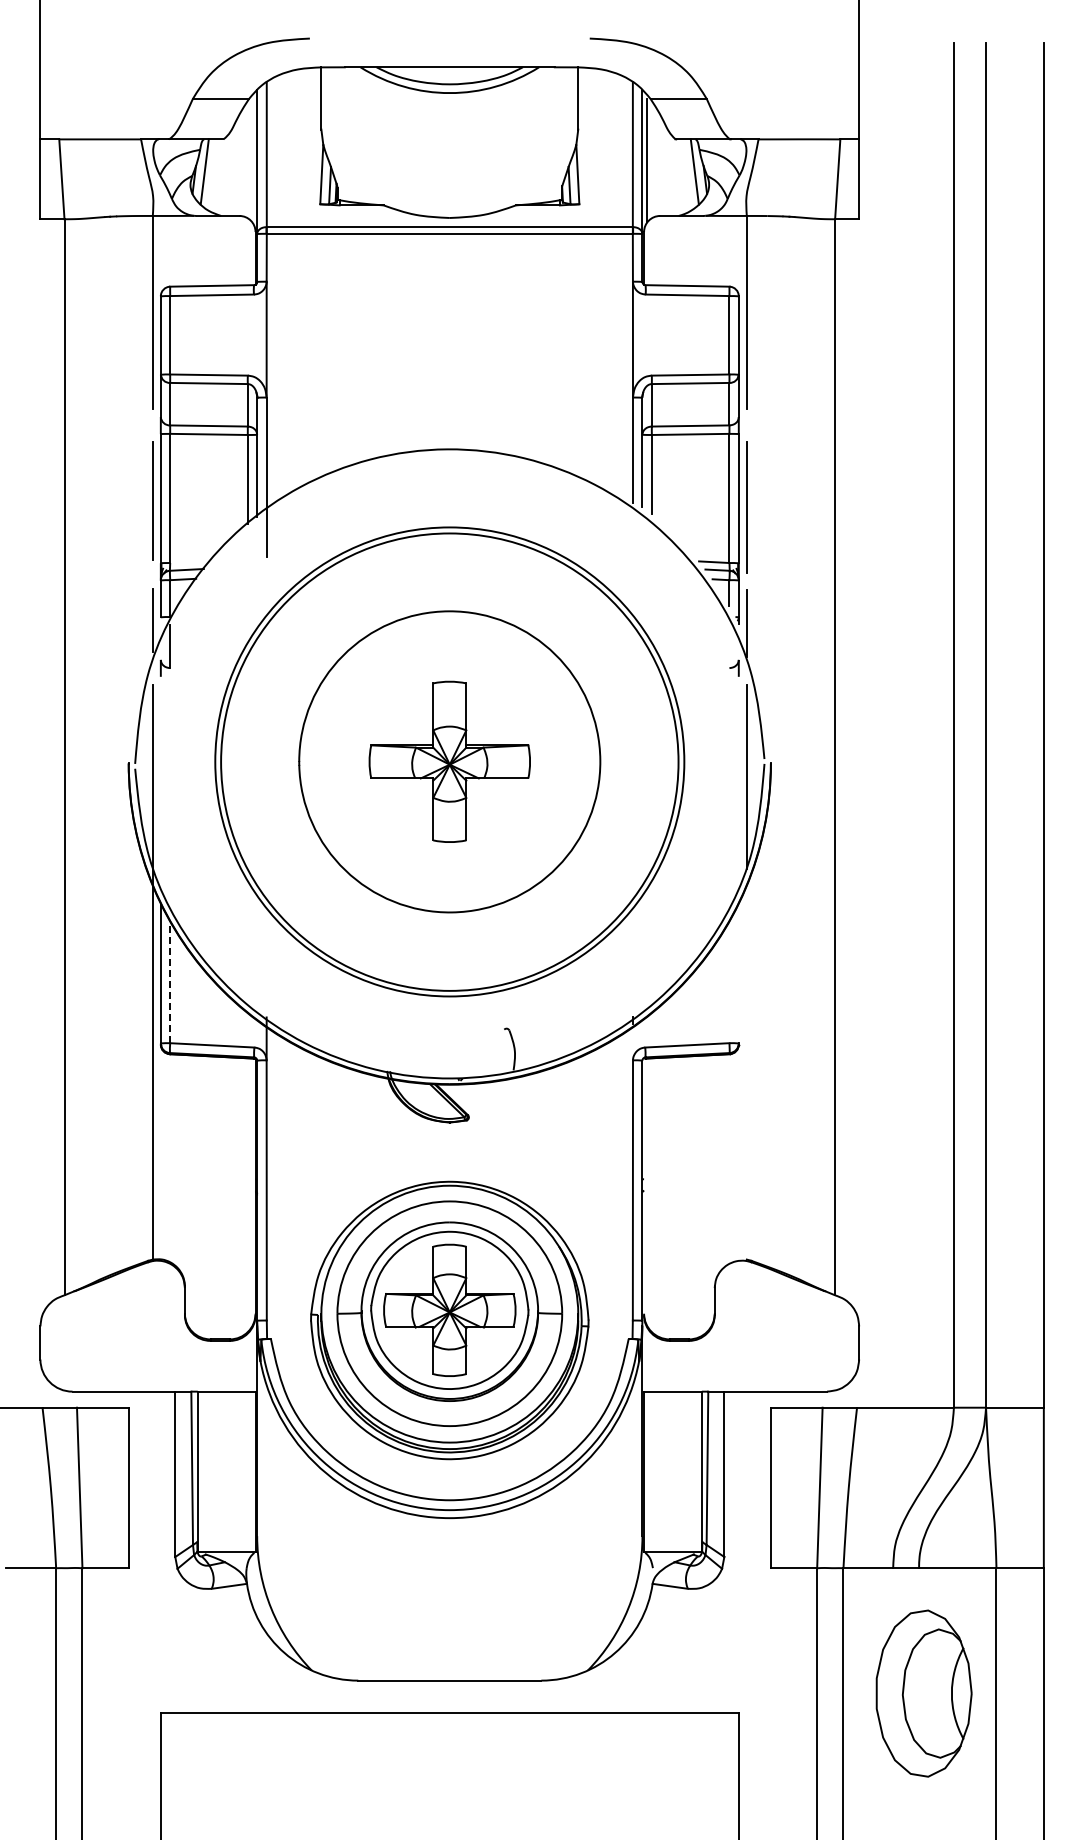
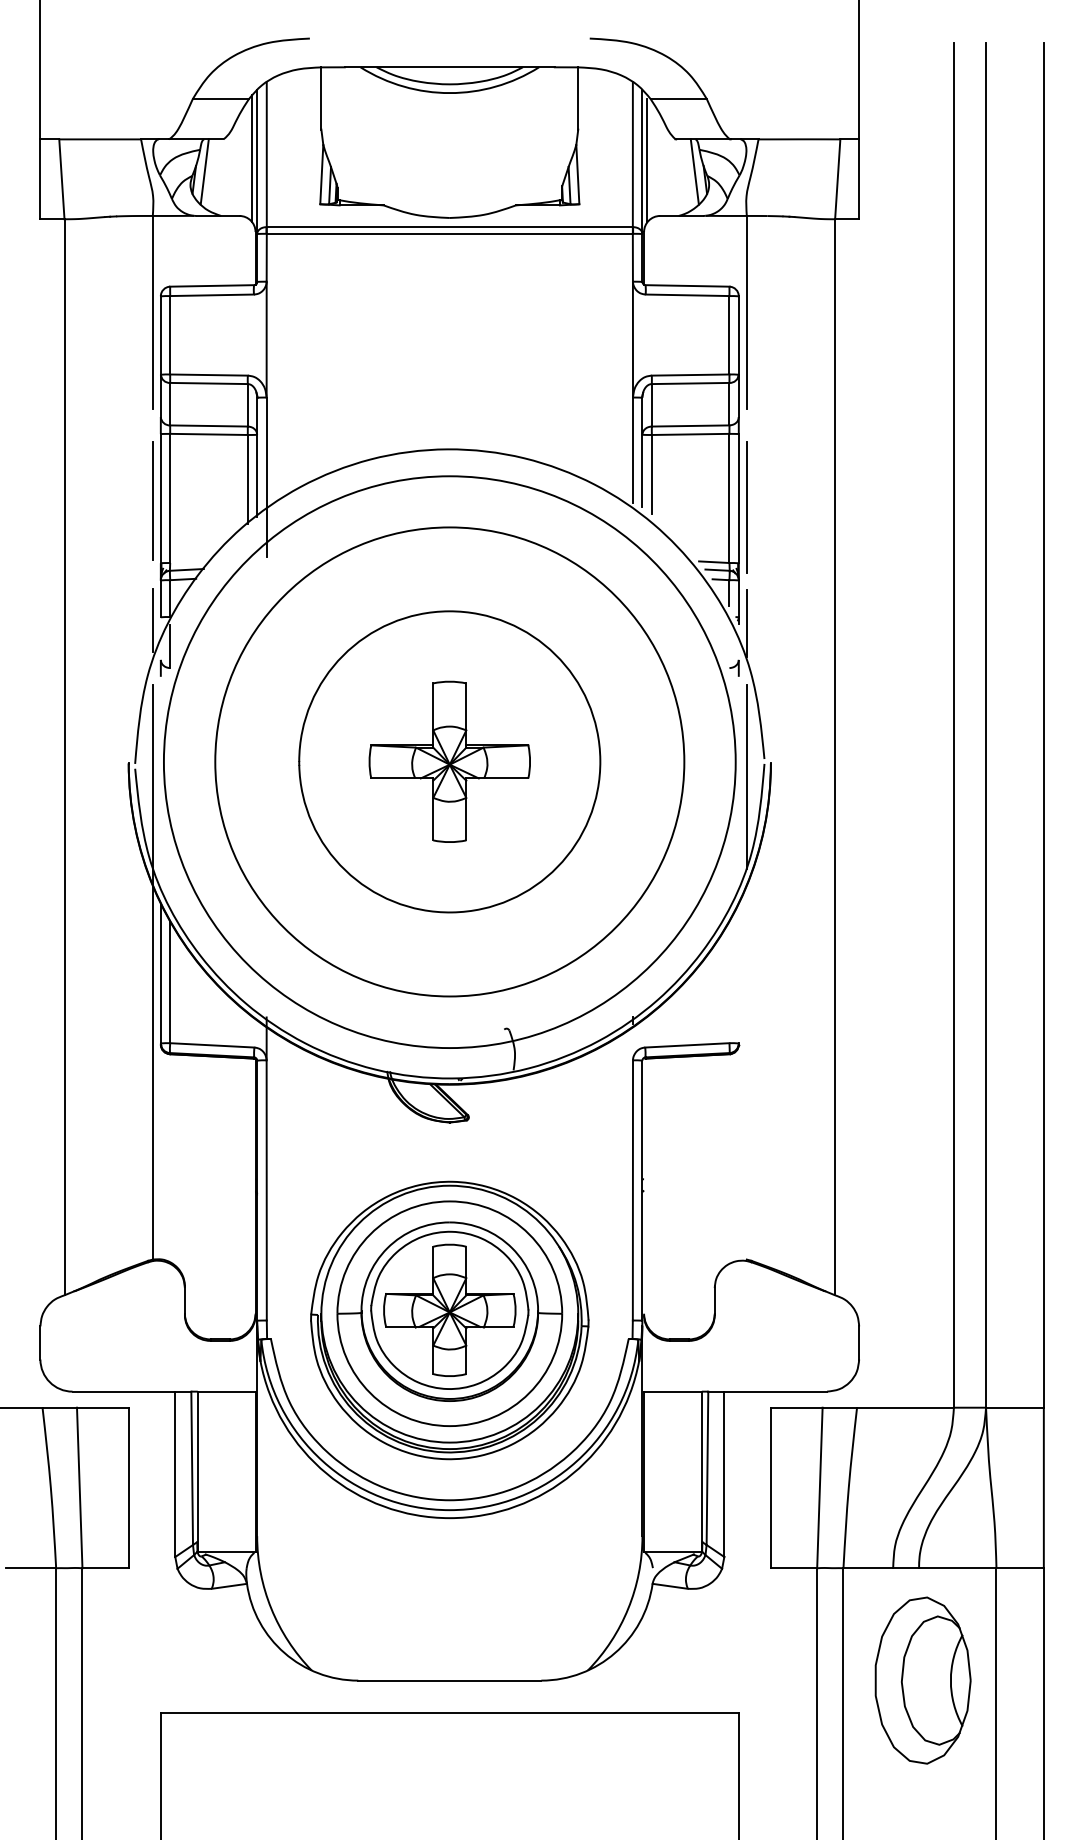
line at (252, 158): none -> present
circle at (449, 761) diameter: 457 px -> 572 px
line at (170, 982): dashed -> solid
part at (923, 1693) position: (923, 1693) -> (922, 1680)
